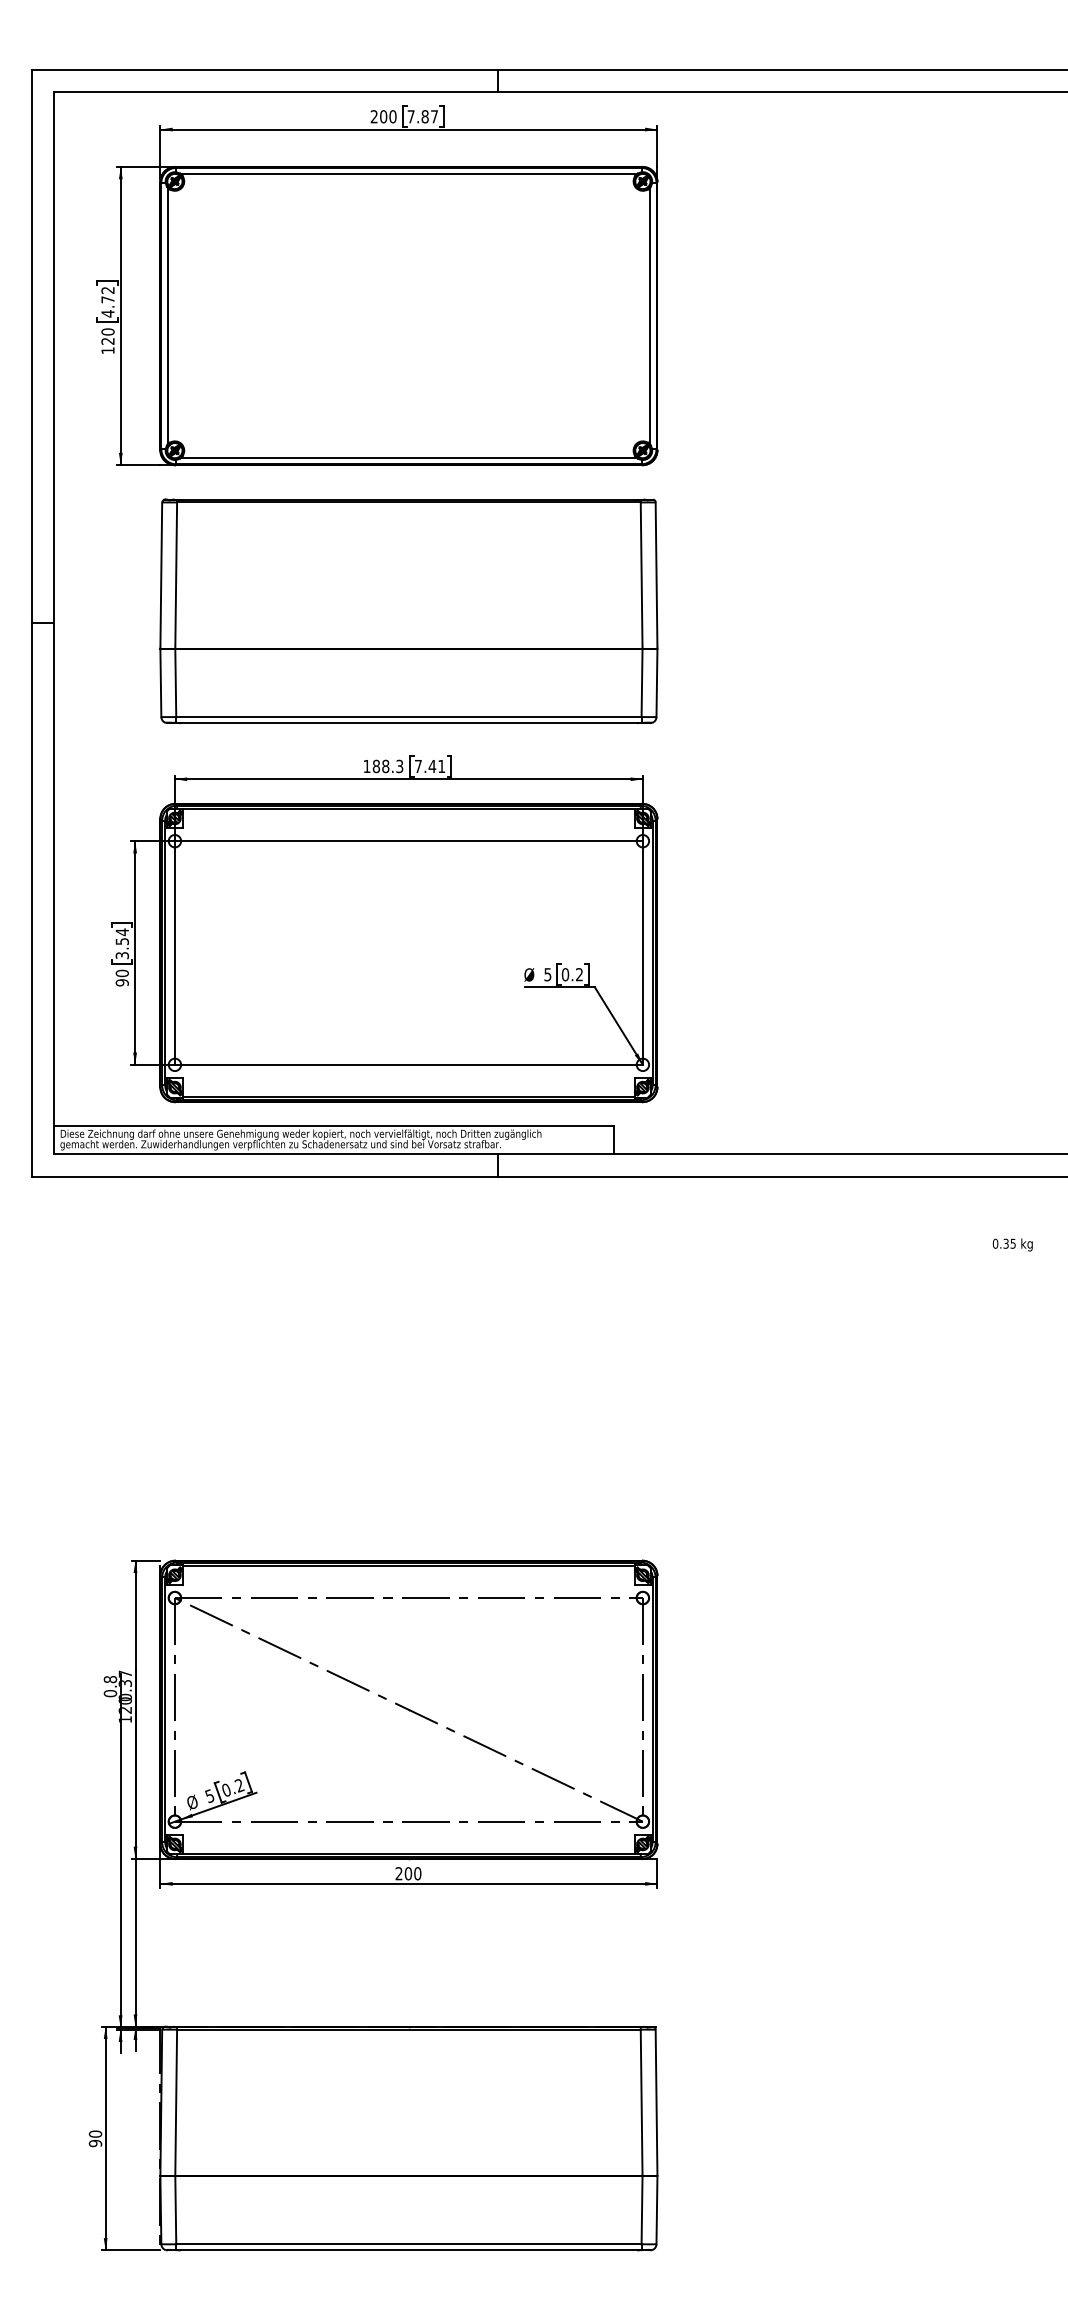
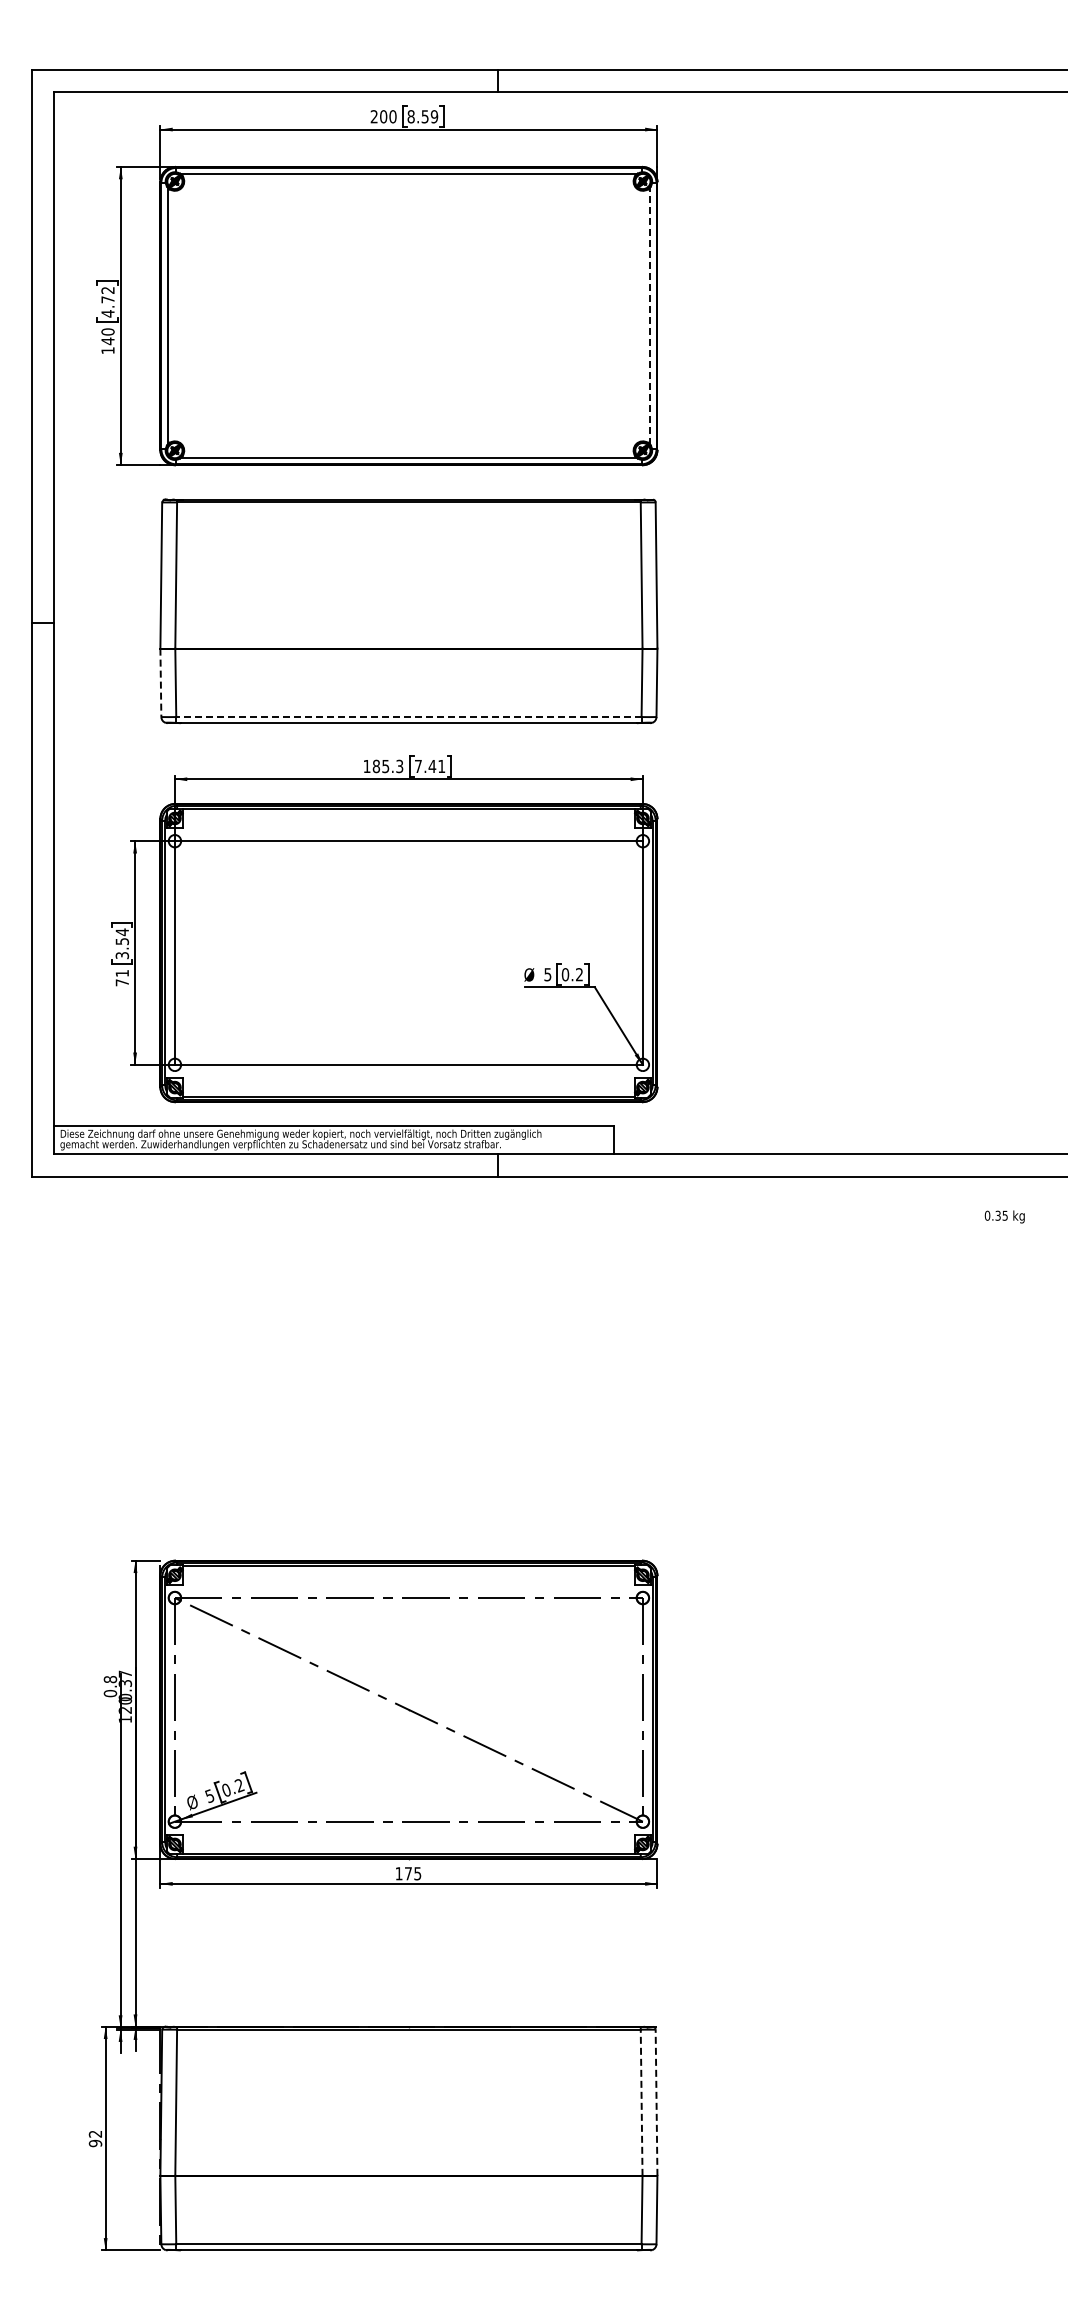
text at (422, 116): 7.87 -> 8.59
line at (650, 316): solid -> dashed
text at (107, 341): 120 -> 140
line at (160, 683): solid -> dashed
line at (408, 717): solid -> dashed
text at (385, 766): 188.3 -> 185.3
text at (122, 977): 90 -> 71
text at (1012, 1244) position: (1012, 1244) -> (1004, 1216)
text at (408, 1873): 200 -> 175
line at (641, 2102): solid -> dashed
line at (656, 2102): solid -> dashed
text at (95, 2133): 90 -> 92
